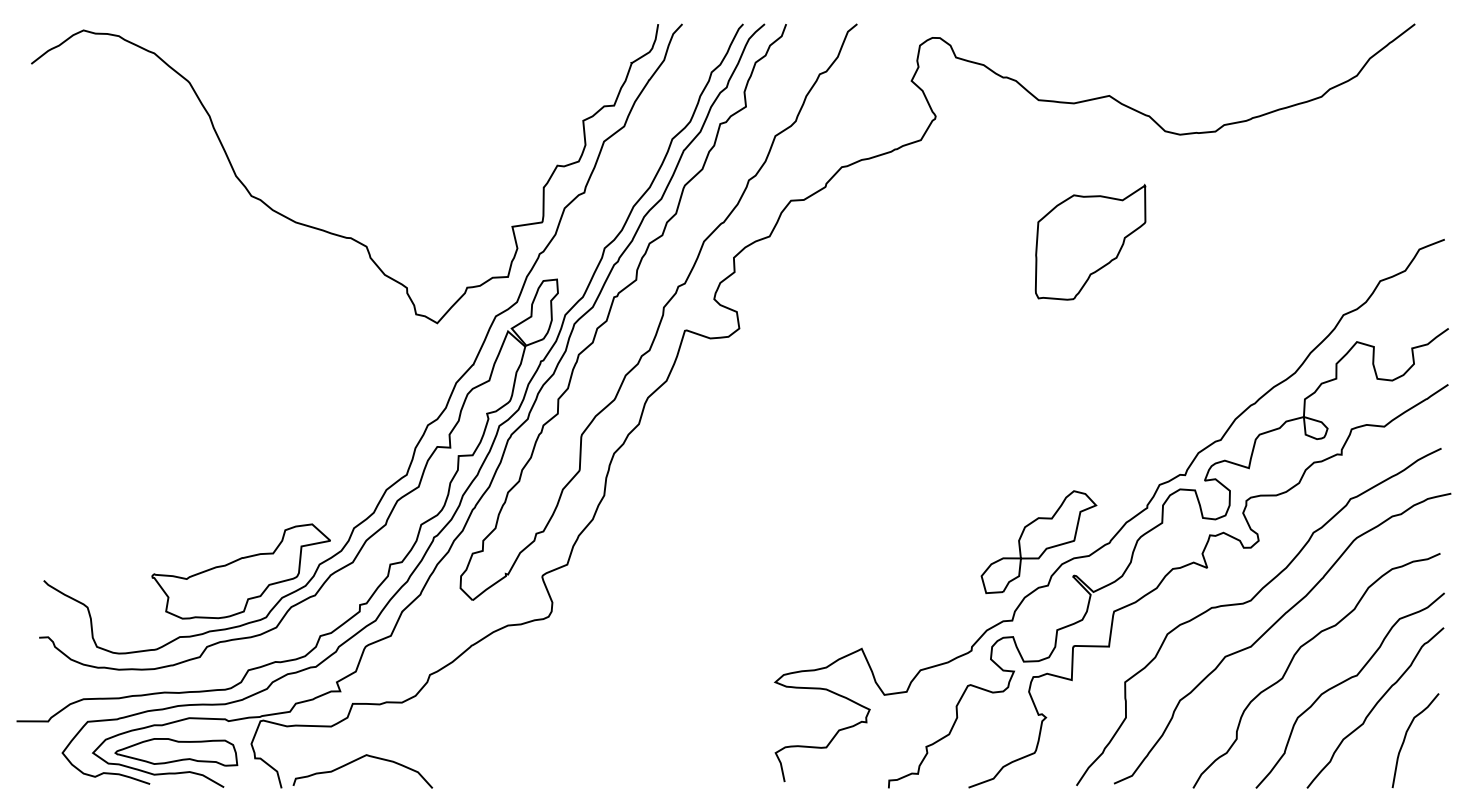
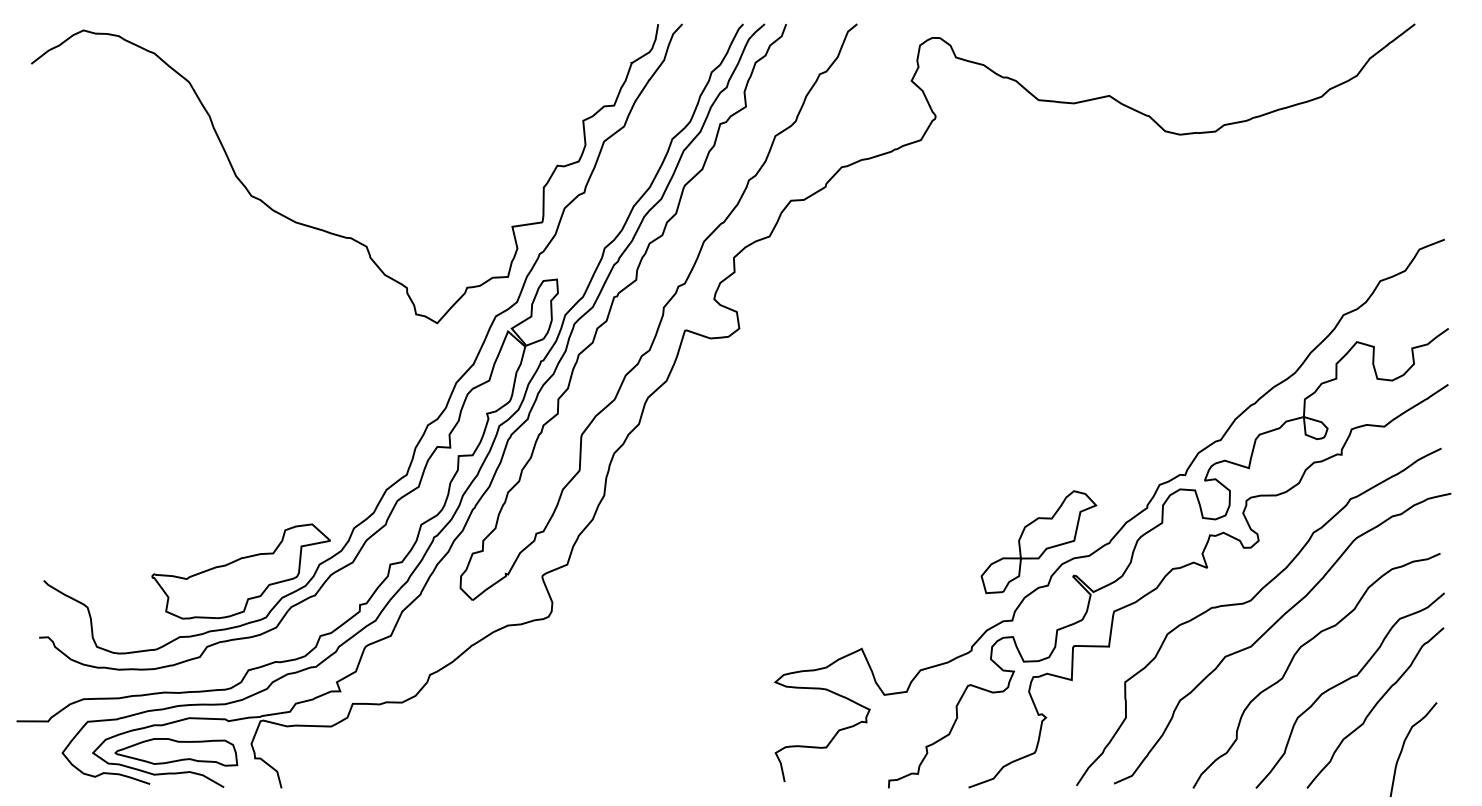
part at (1090, 241): present -> none
curve at (1406, 736) position: (1406, 736) -> (1404, 745)
curve at (357, 760): present -> none
